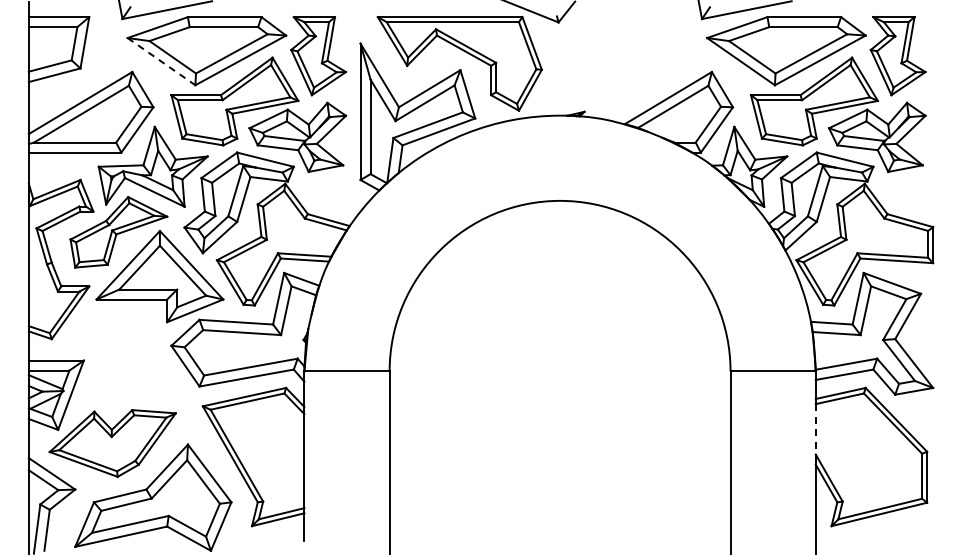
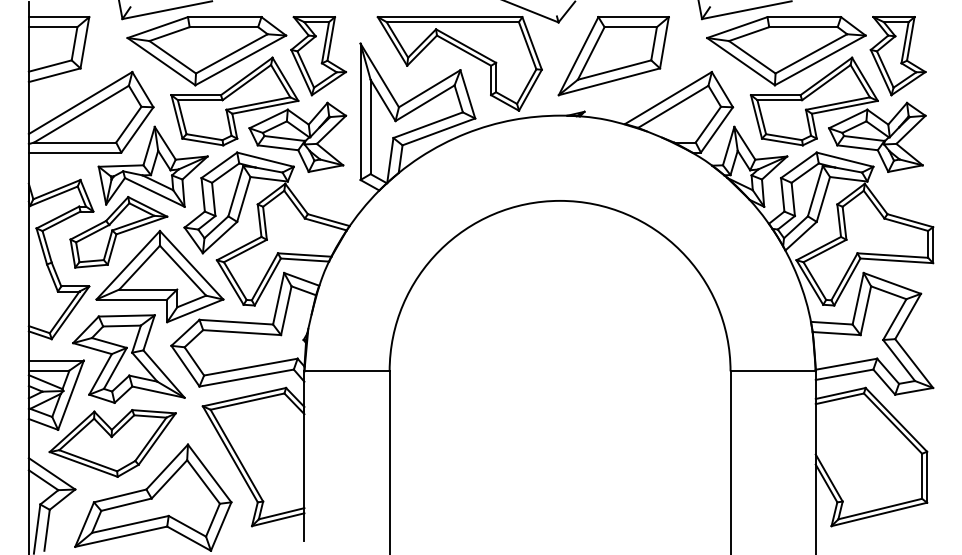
part at (613, 56): none -> present
line at (161, 61): dashed -> solid
part at (128, 358): none -> present
line at (815, 429): dashed -> solid
